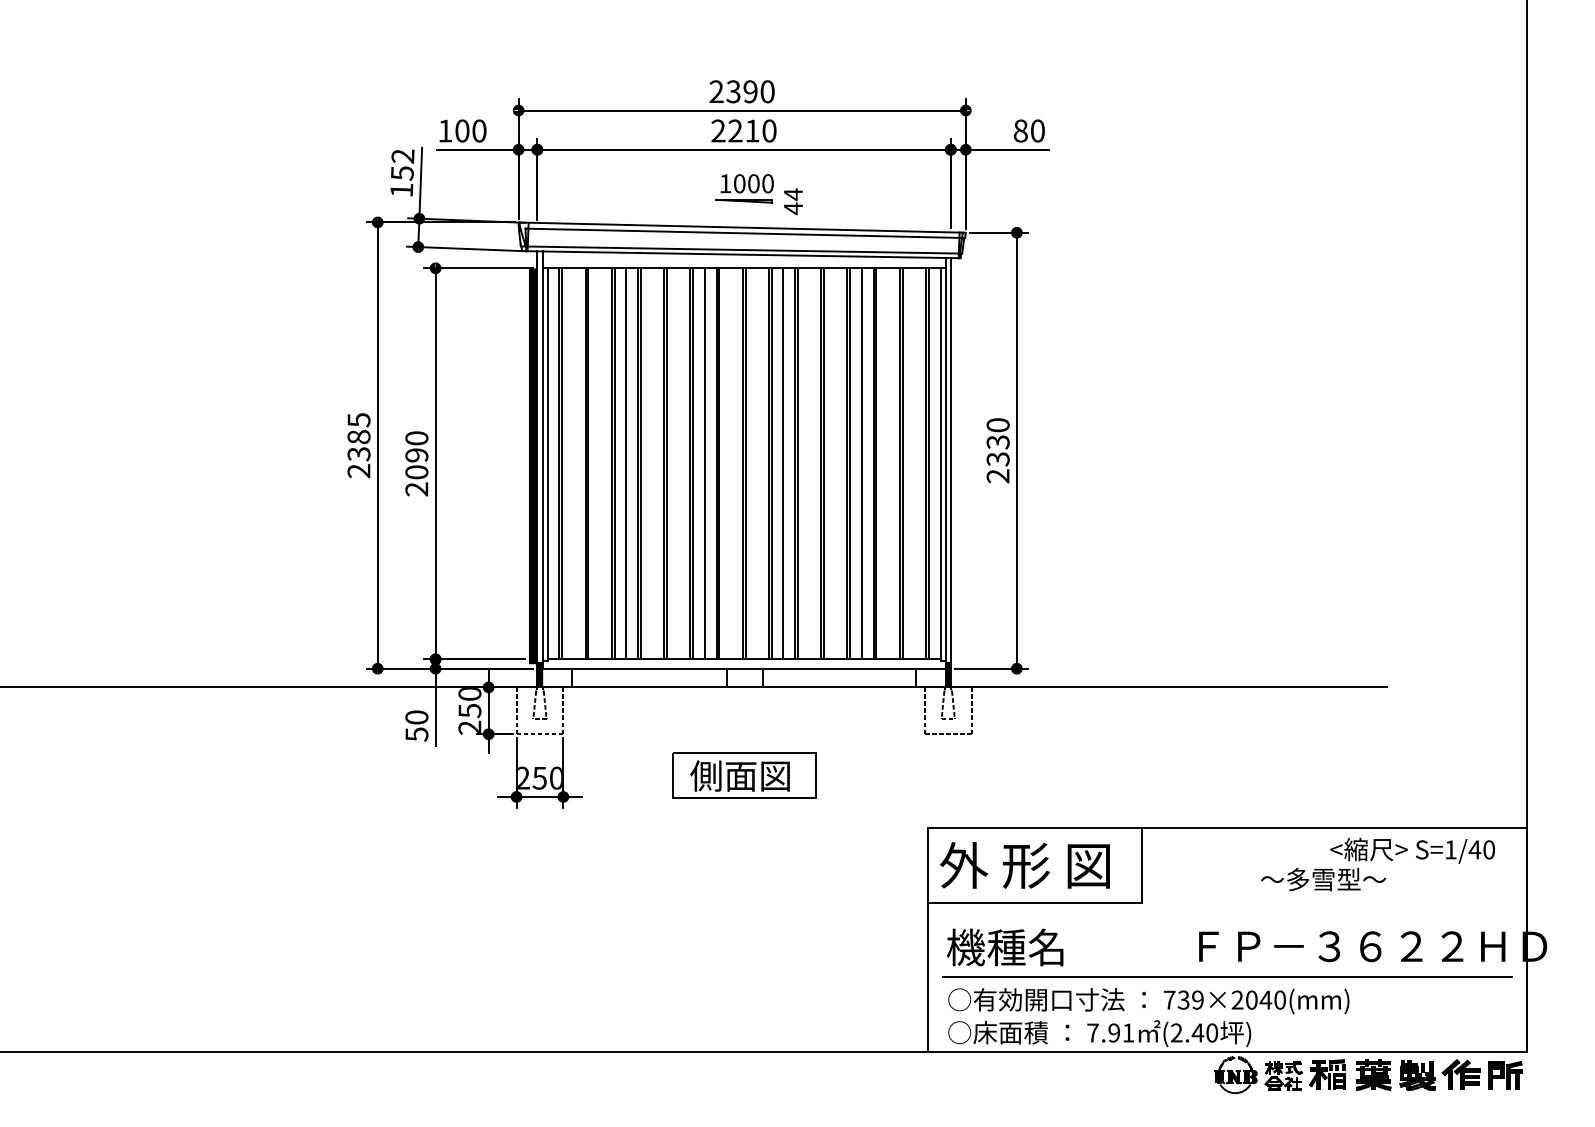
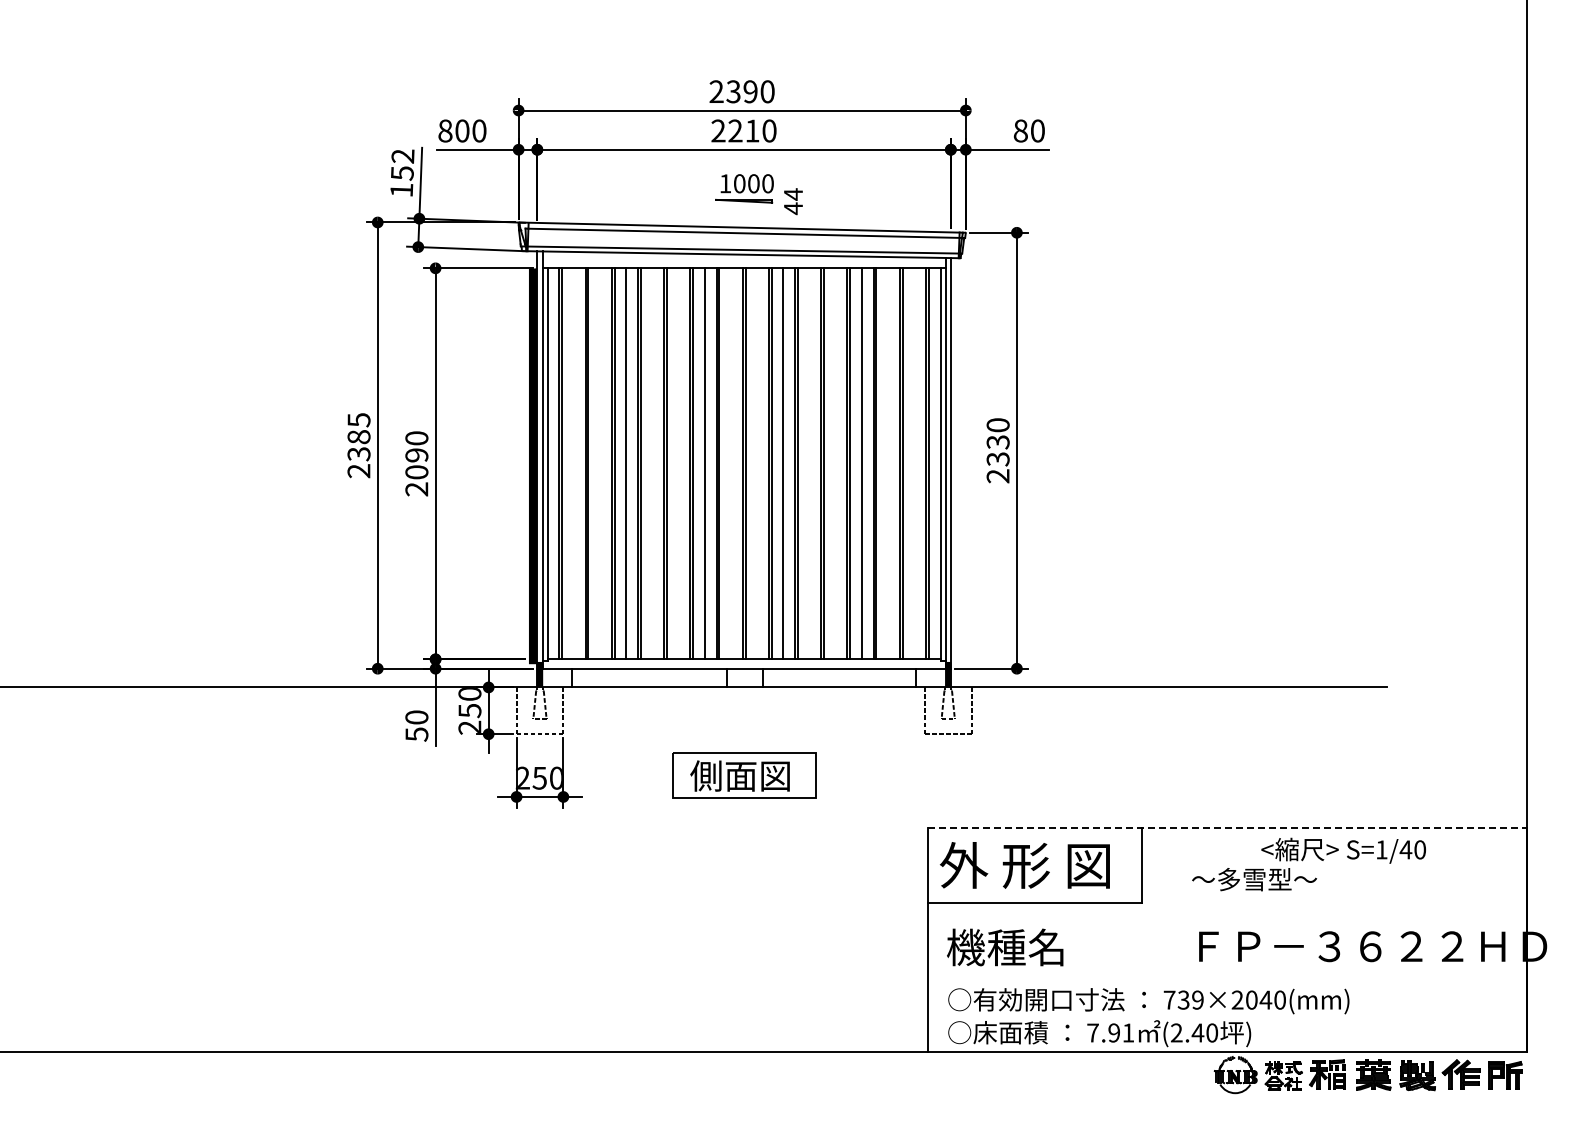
text at (445, 130): 100 -> 800
line at (1227, 827): solid -> dashed
text at (1377, 864) position: (1377, 864) -> (1308, 864)
line at (1226, 977): present -> none
